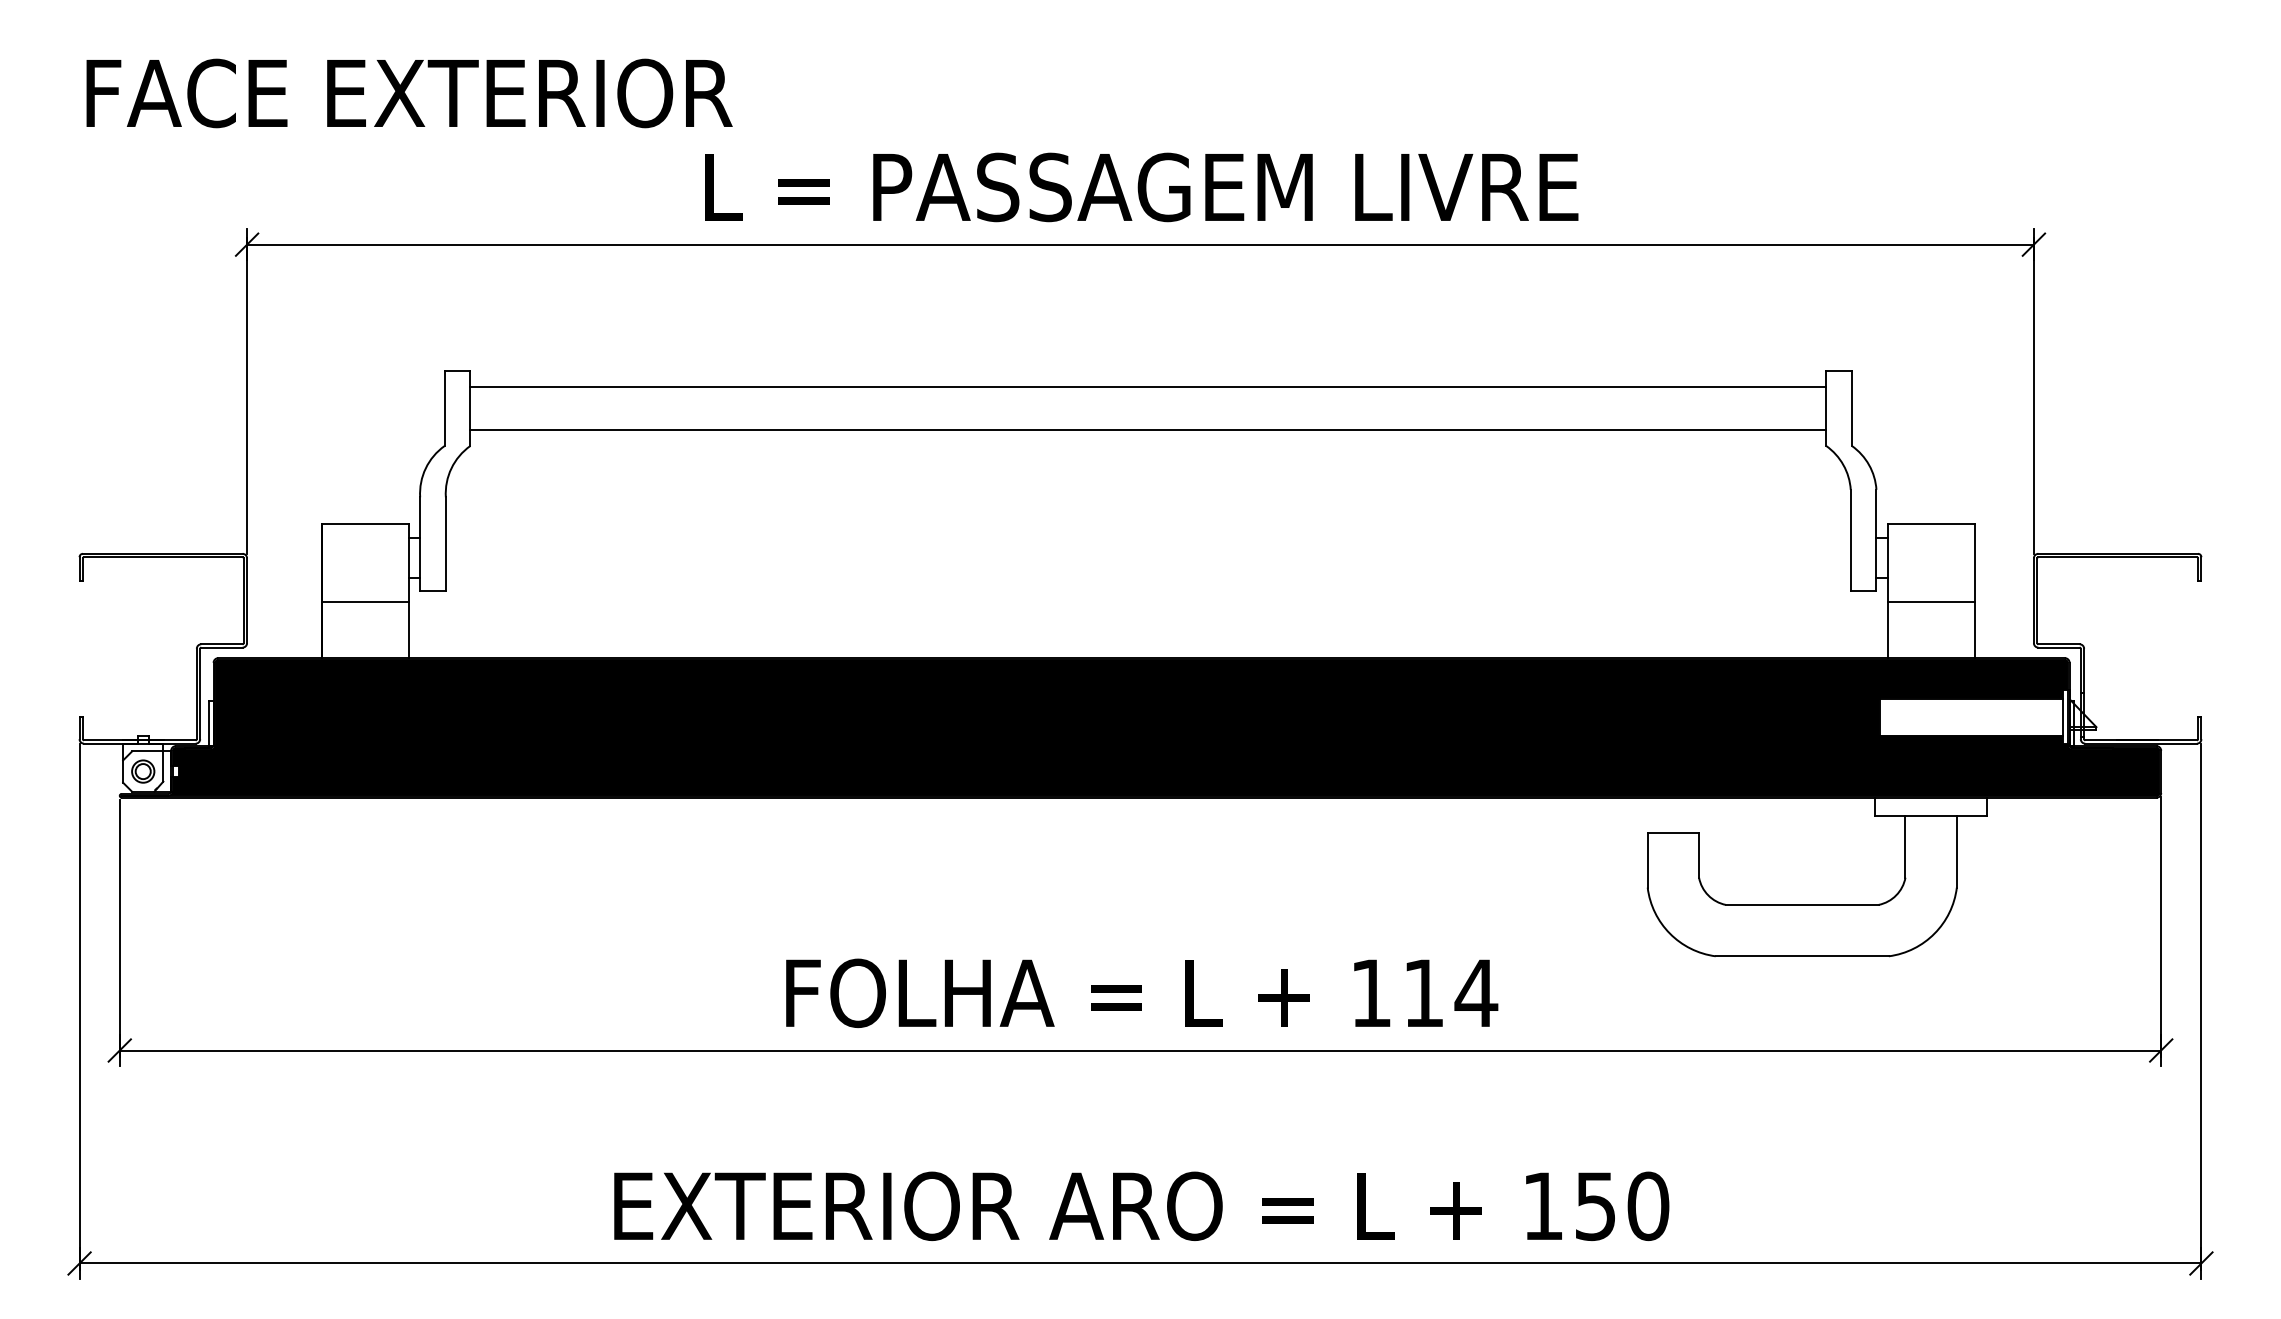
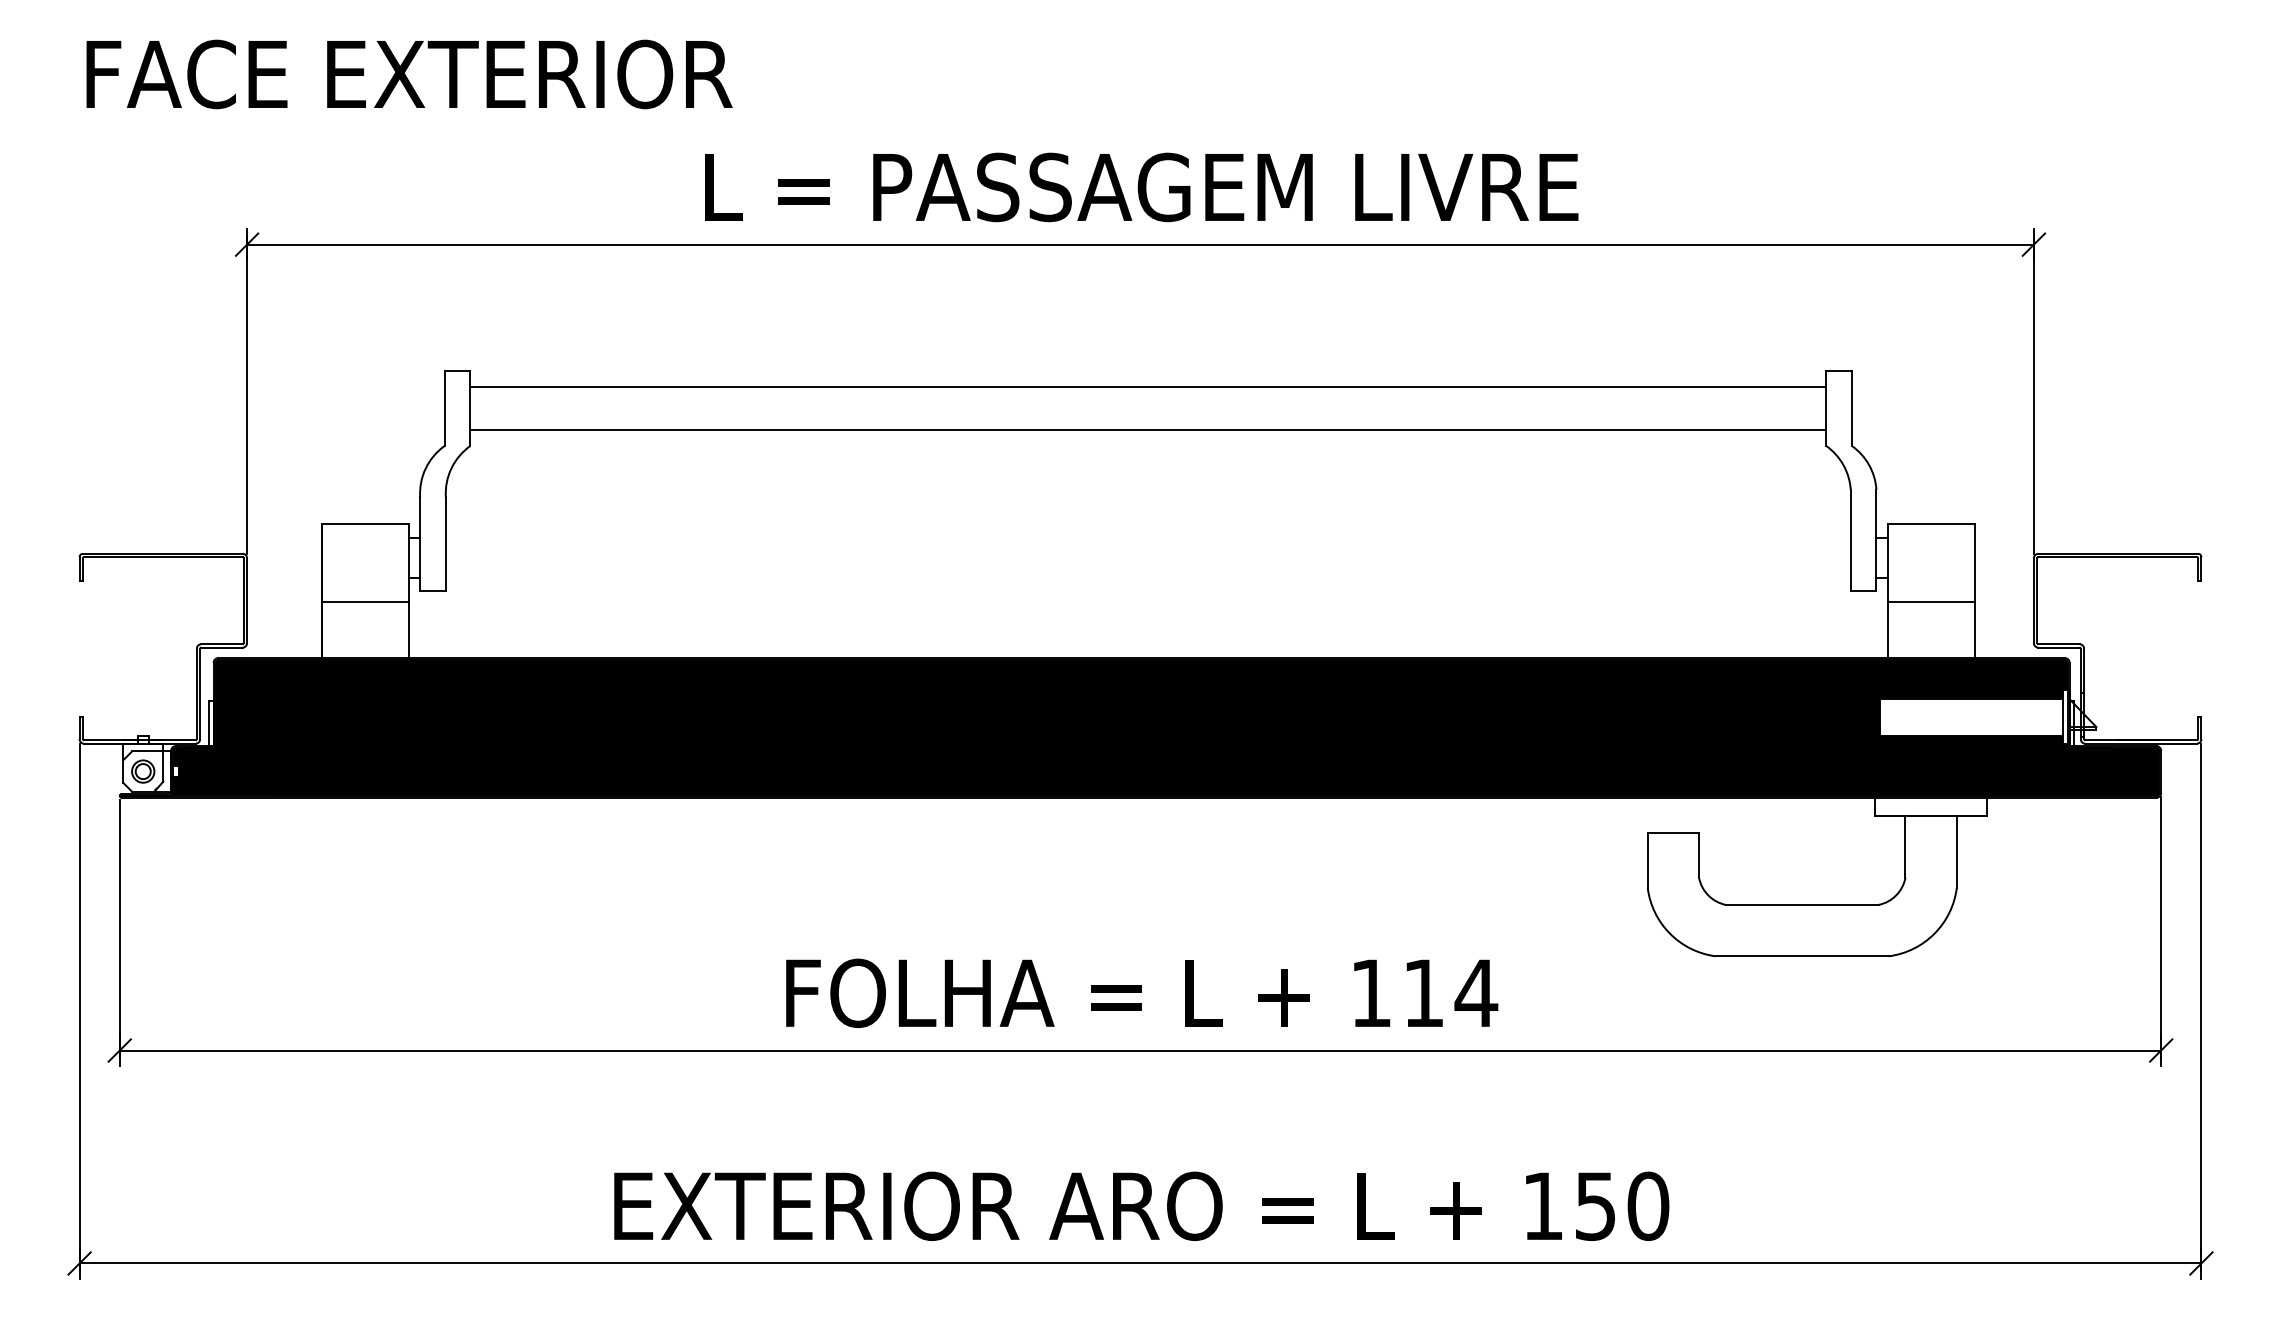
text at (409, 93) position: (409, 93) -> (409, 74)
